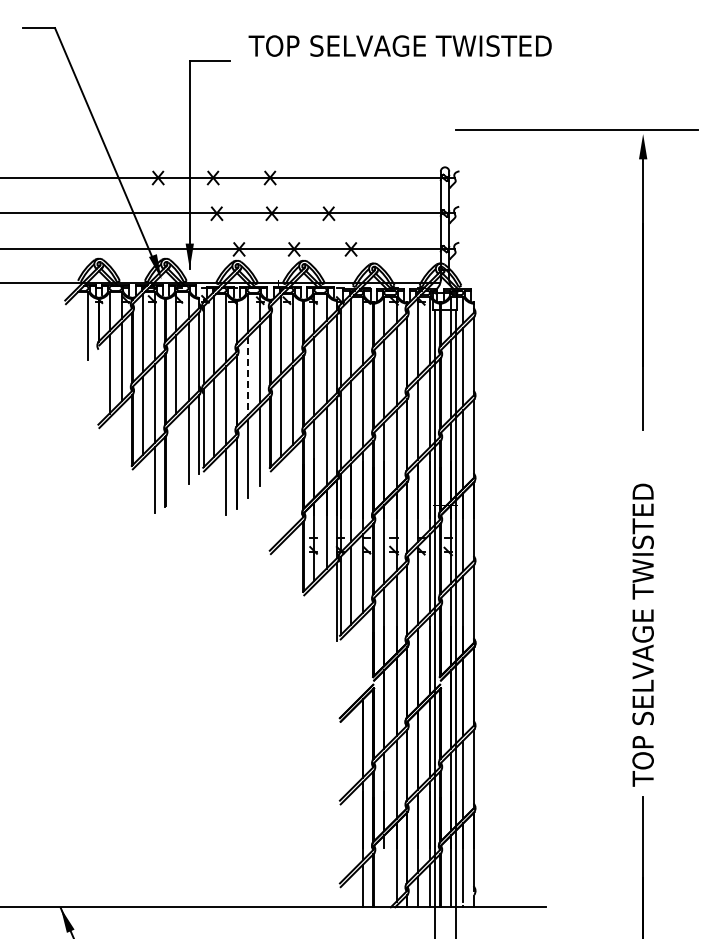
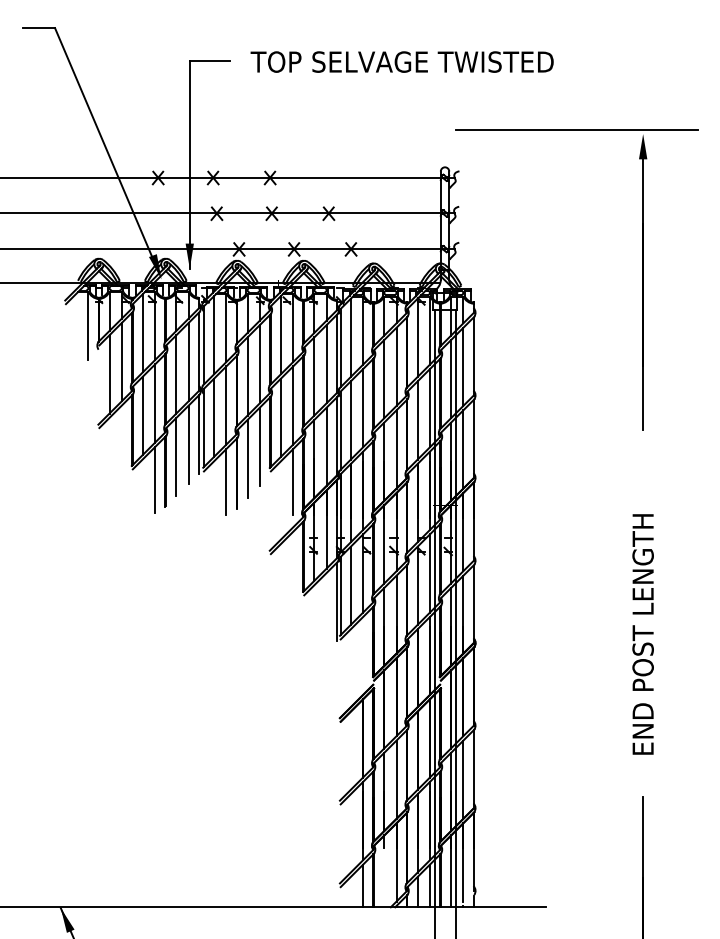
text at (399, 45) position: (399, 45) -> (401, 61)
line at (247, 376): dashed -> solid
line at (176, 456): none -> present
line at (293, 481): none -> present
text at (642, 634): TOP SELVAGE TWISTED -> END POST LENGTH
